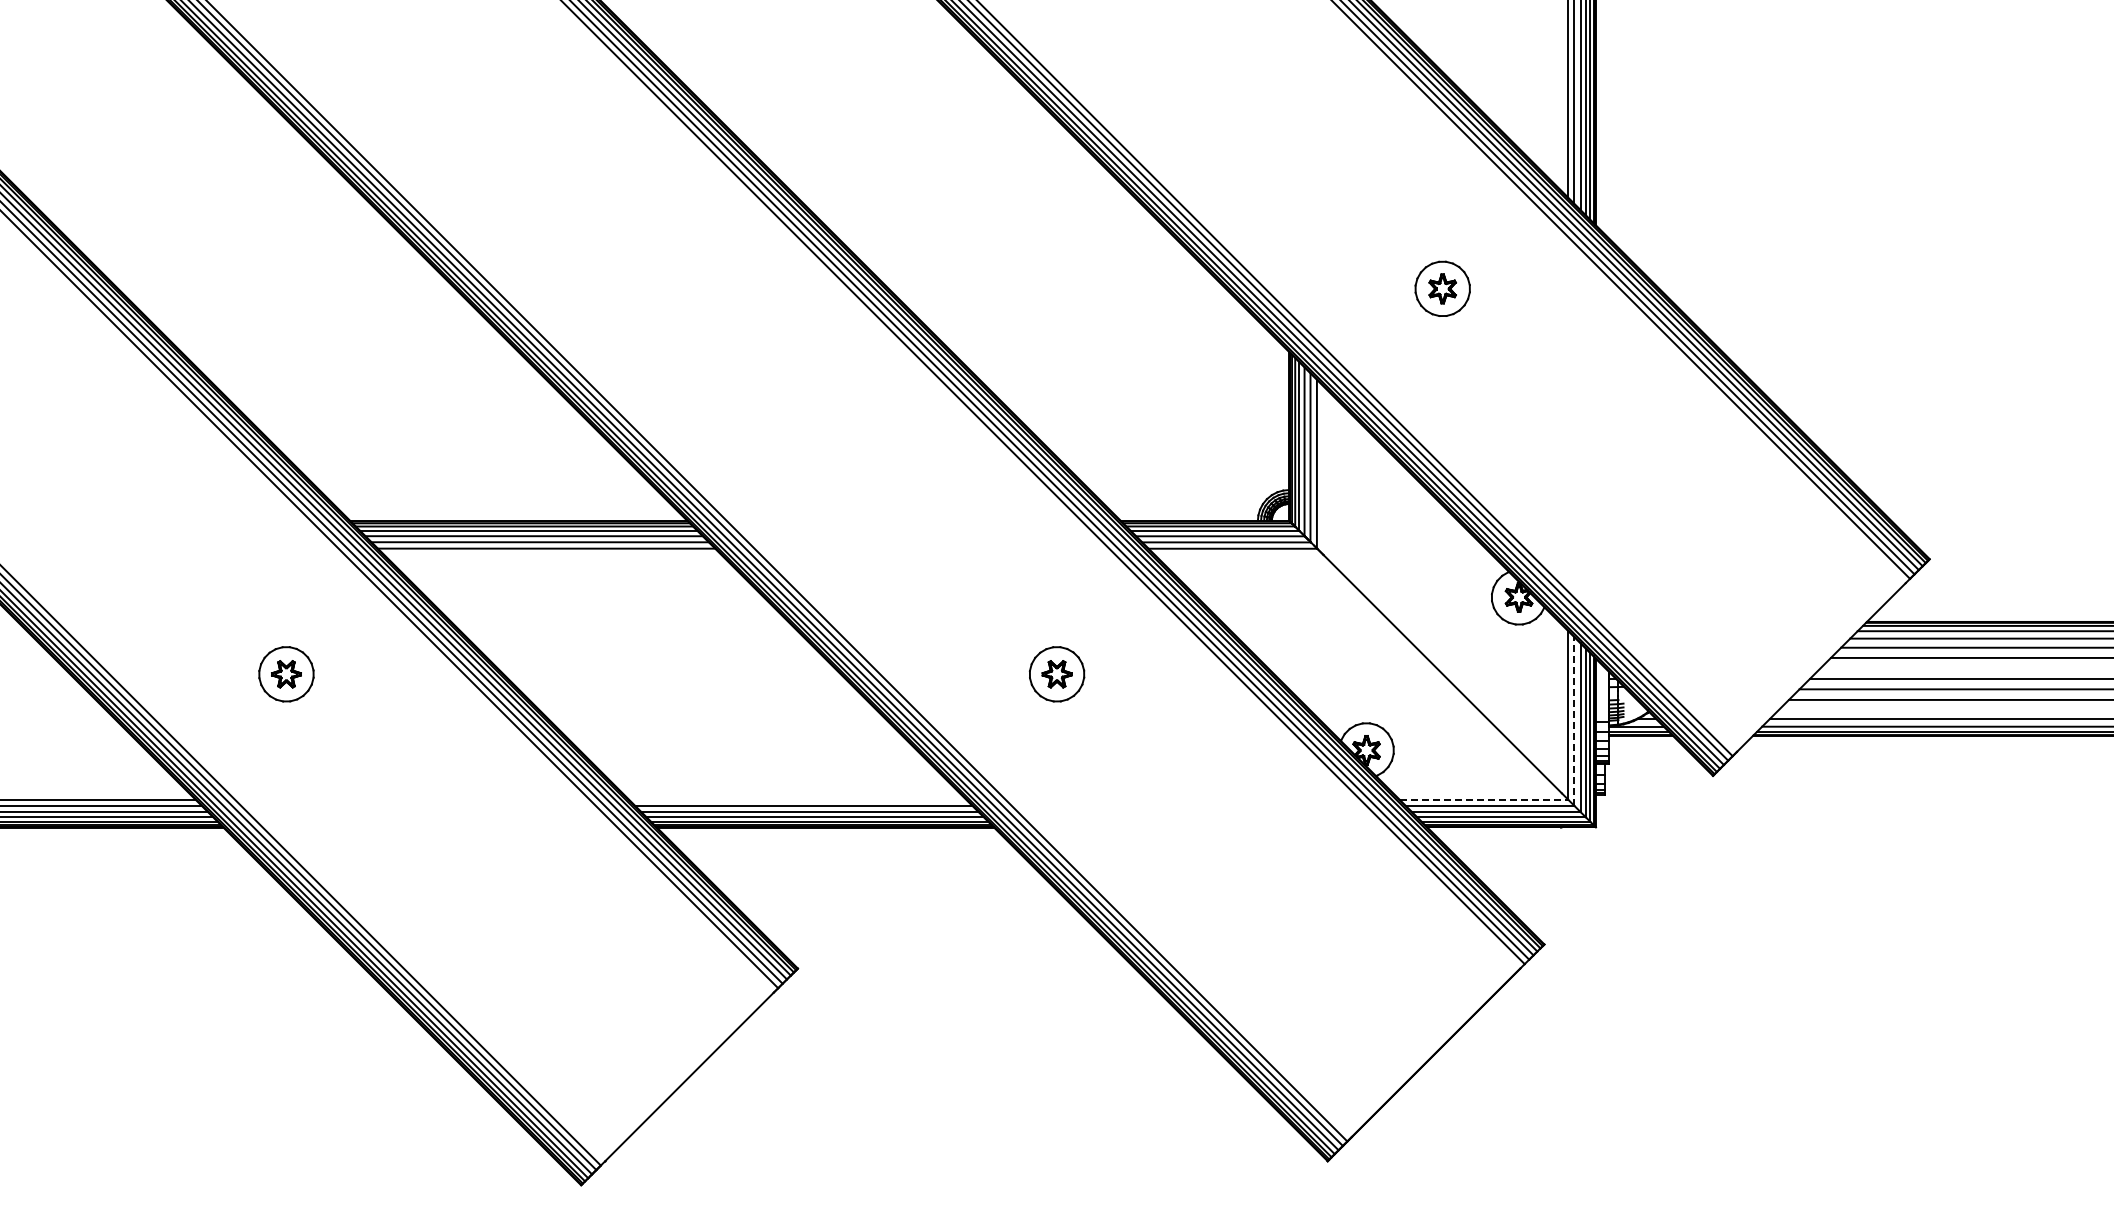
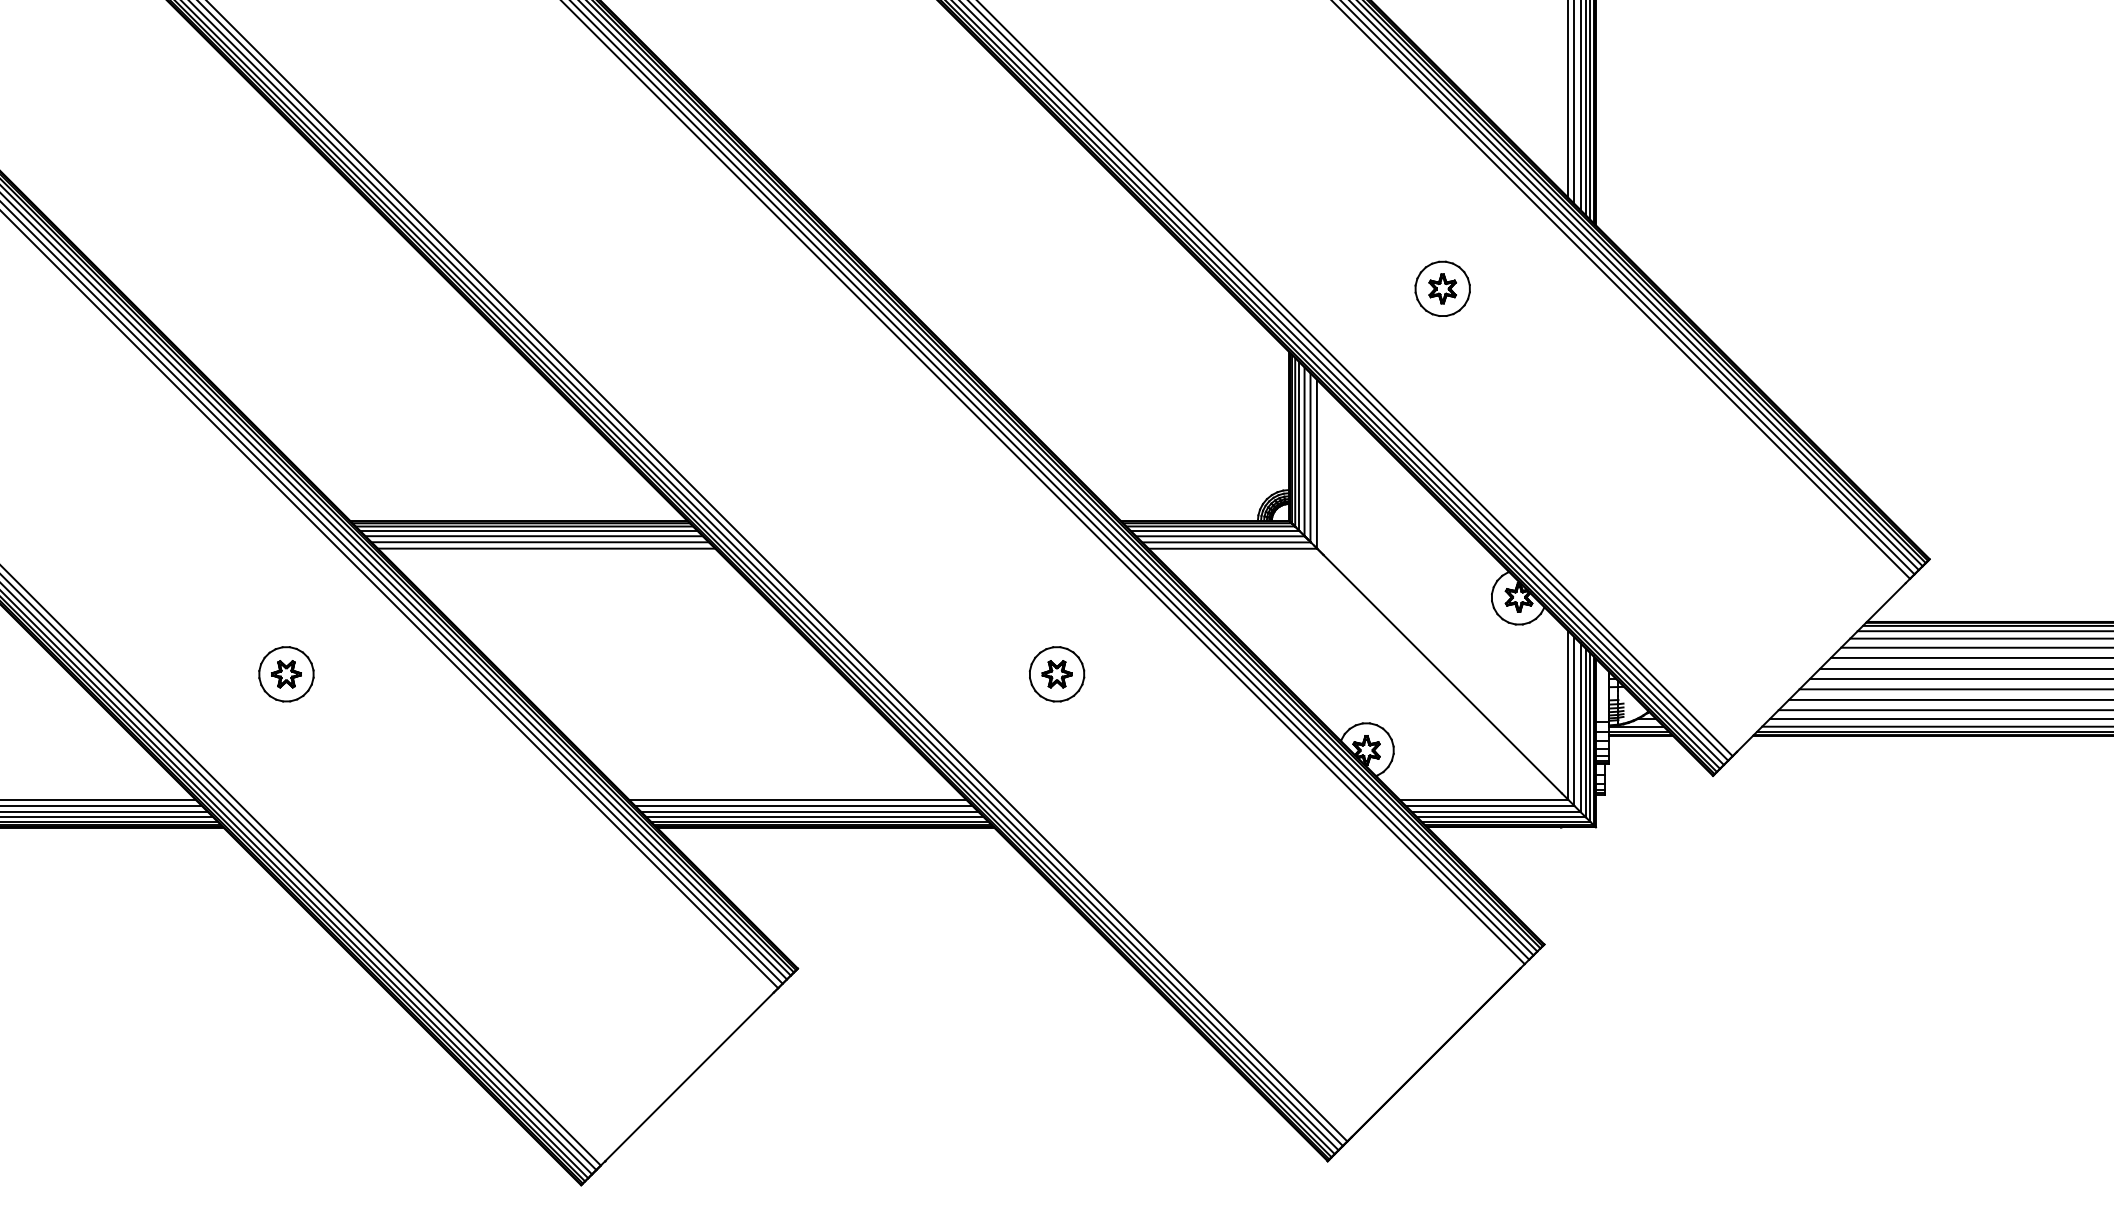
line at (1965, 668): none -> present
line at (1944, 710): none -> present
line at (1574, 721): dashed -> solid
line at (797, 799): none -> present
line at (1484, 799): dashed -> solid
